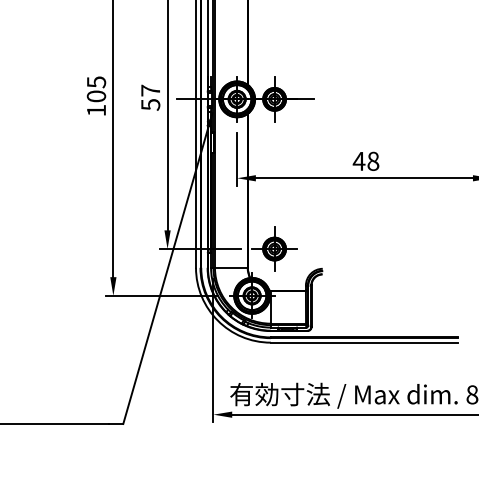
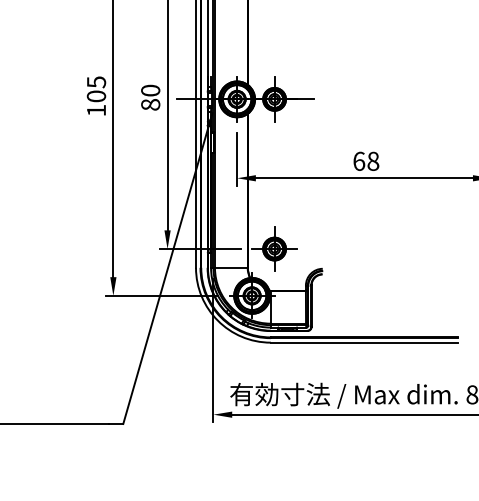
text at (150, 97): 57 -> 80
text at (358, 160): 48 -> 68
